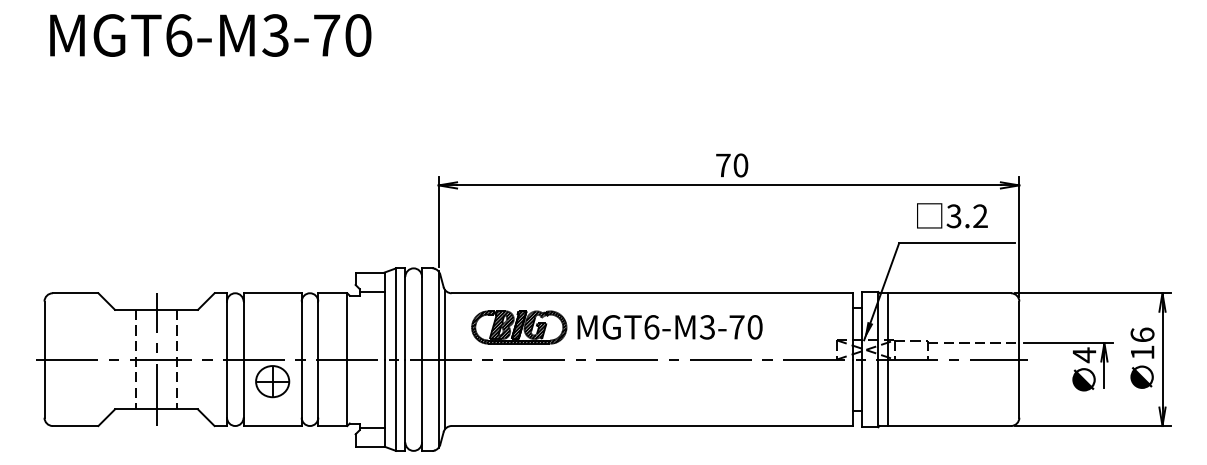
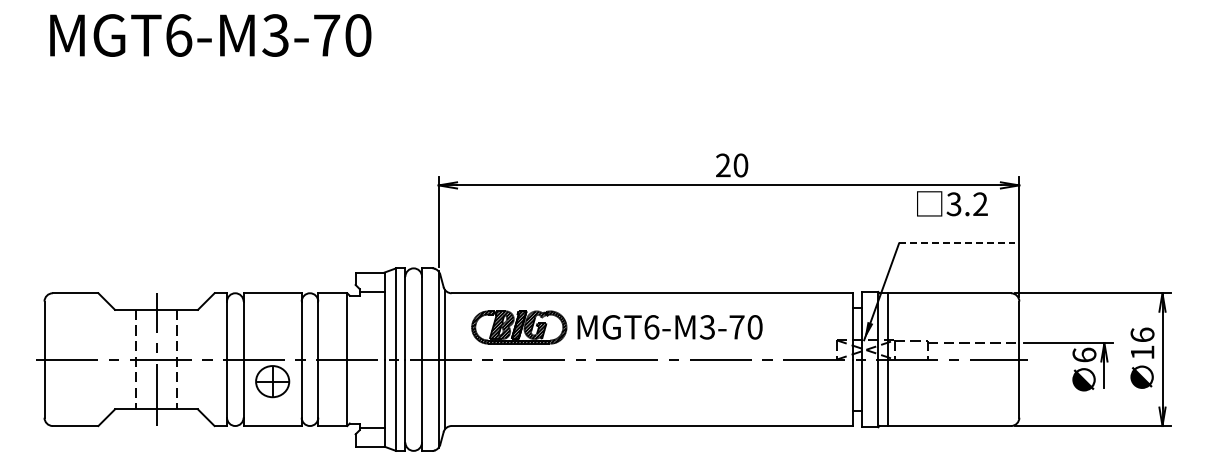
text at (723, 165): 70 -> 20
text at (952, 215) position: (952, 215) -> (952, 203)
line at (956, 243): solid -> dashed
text at (1084, 355): 4 -> 6
